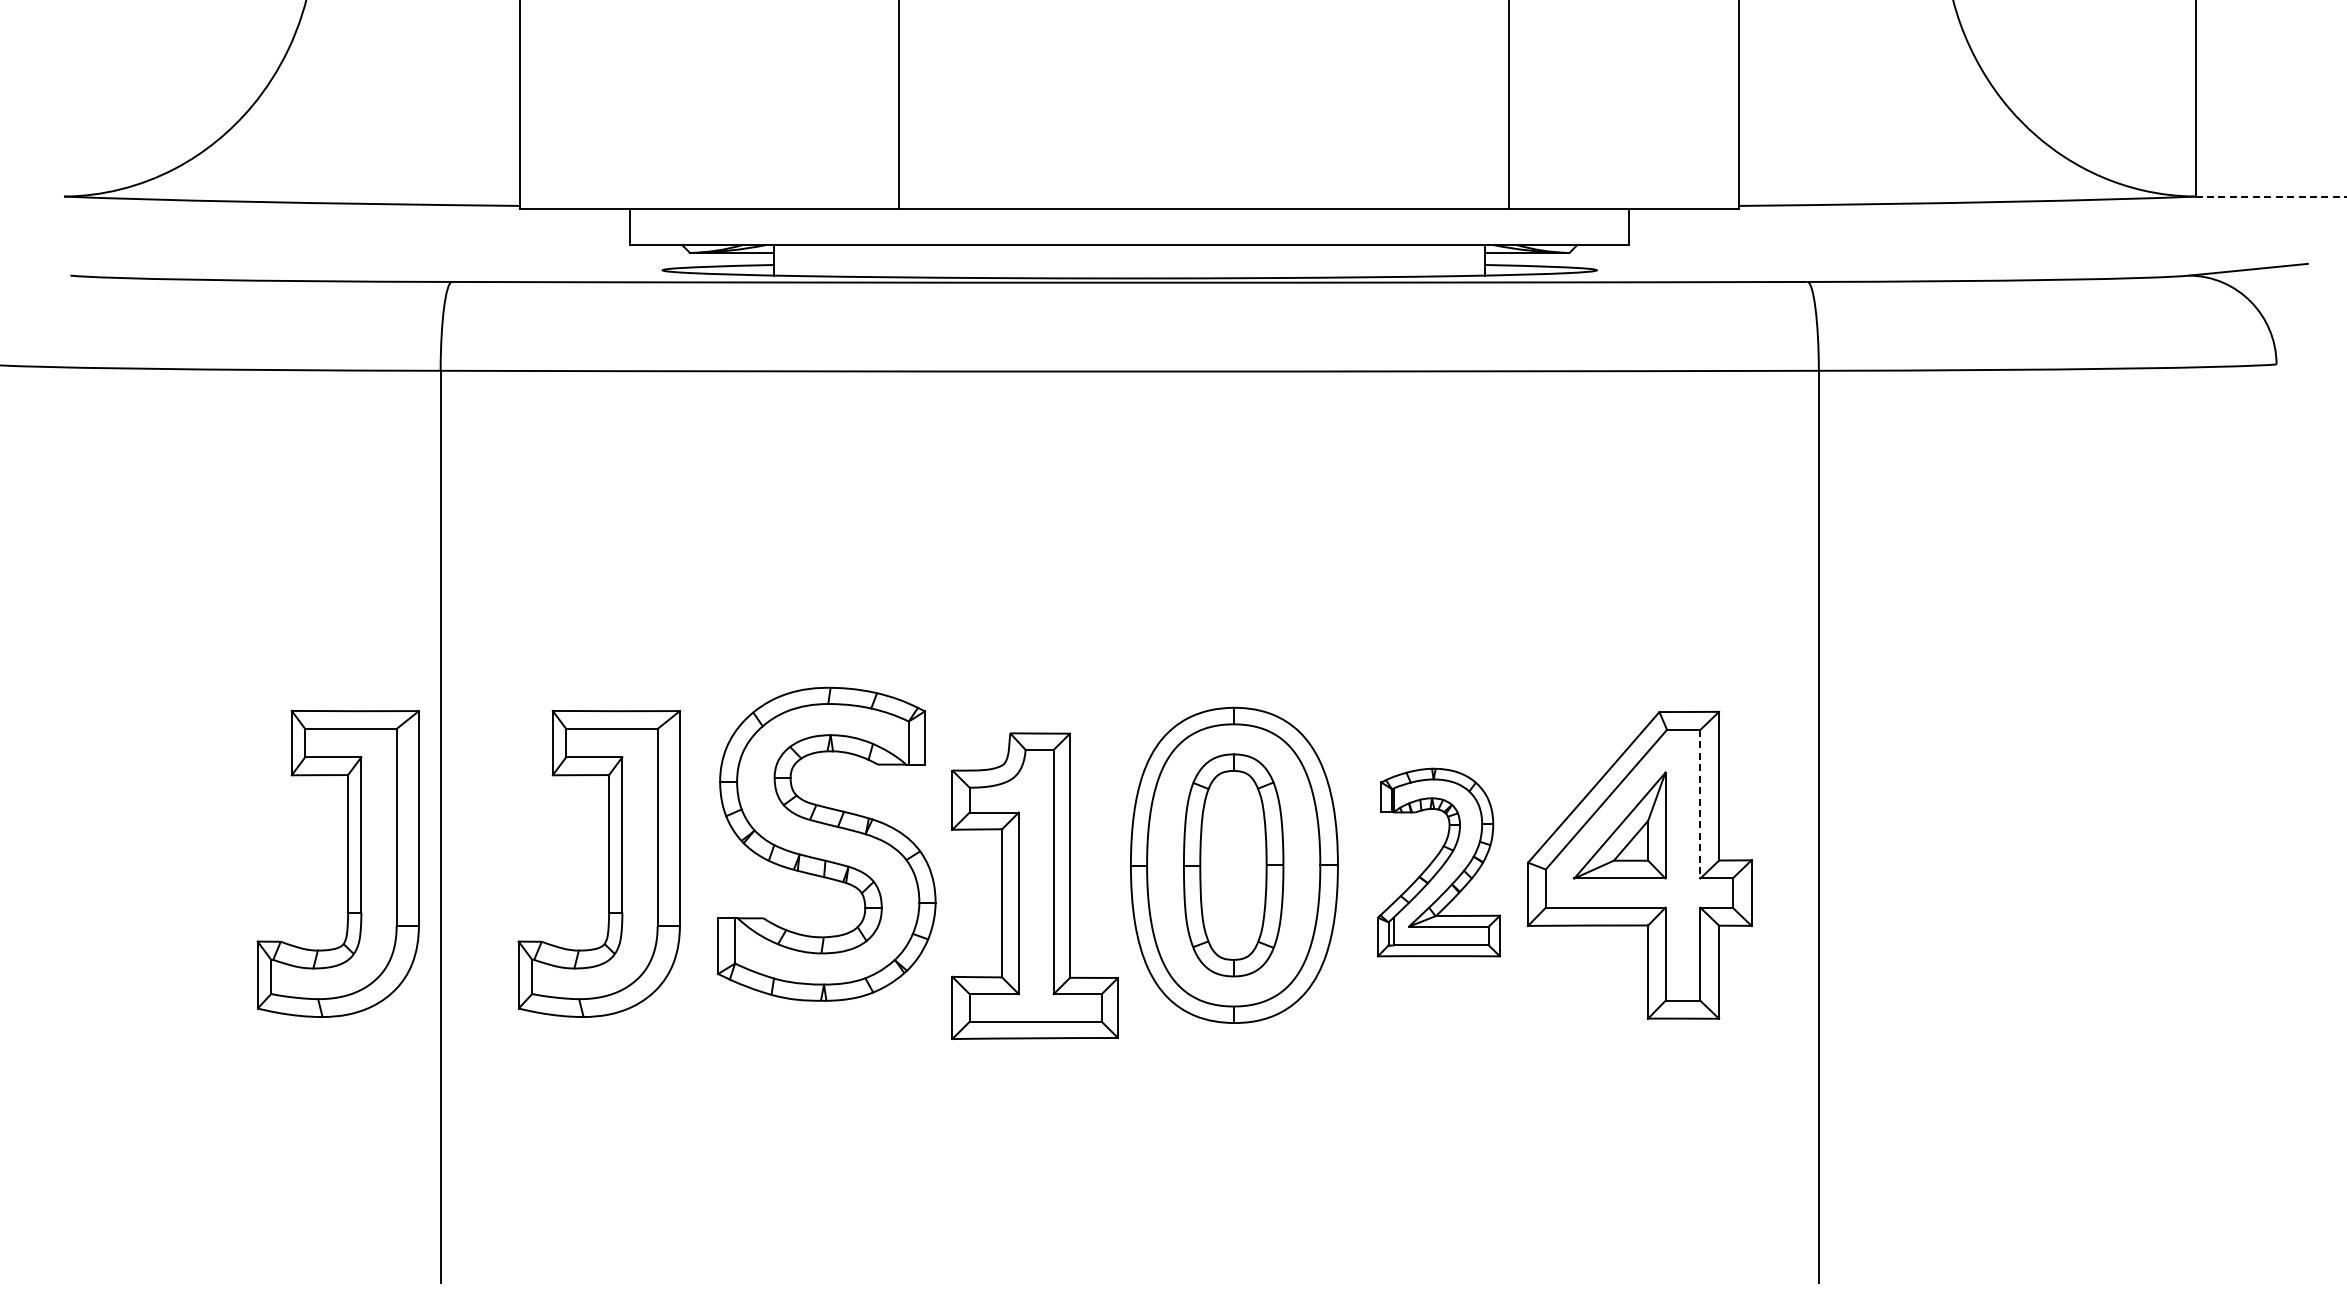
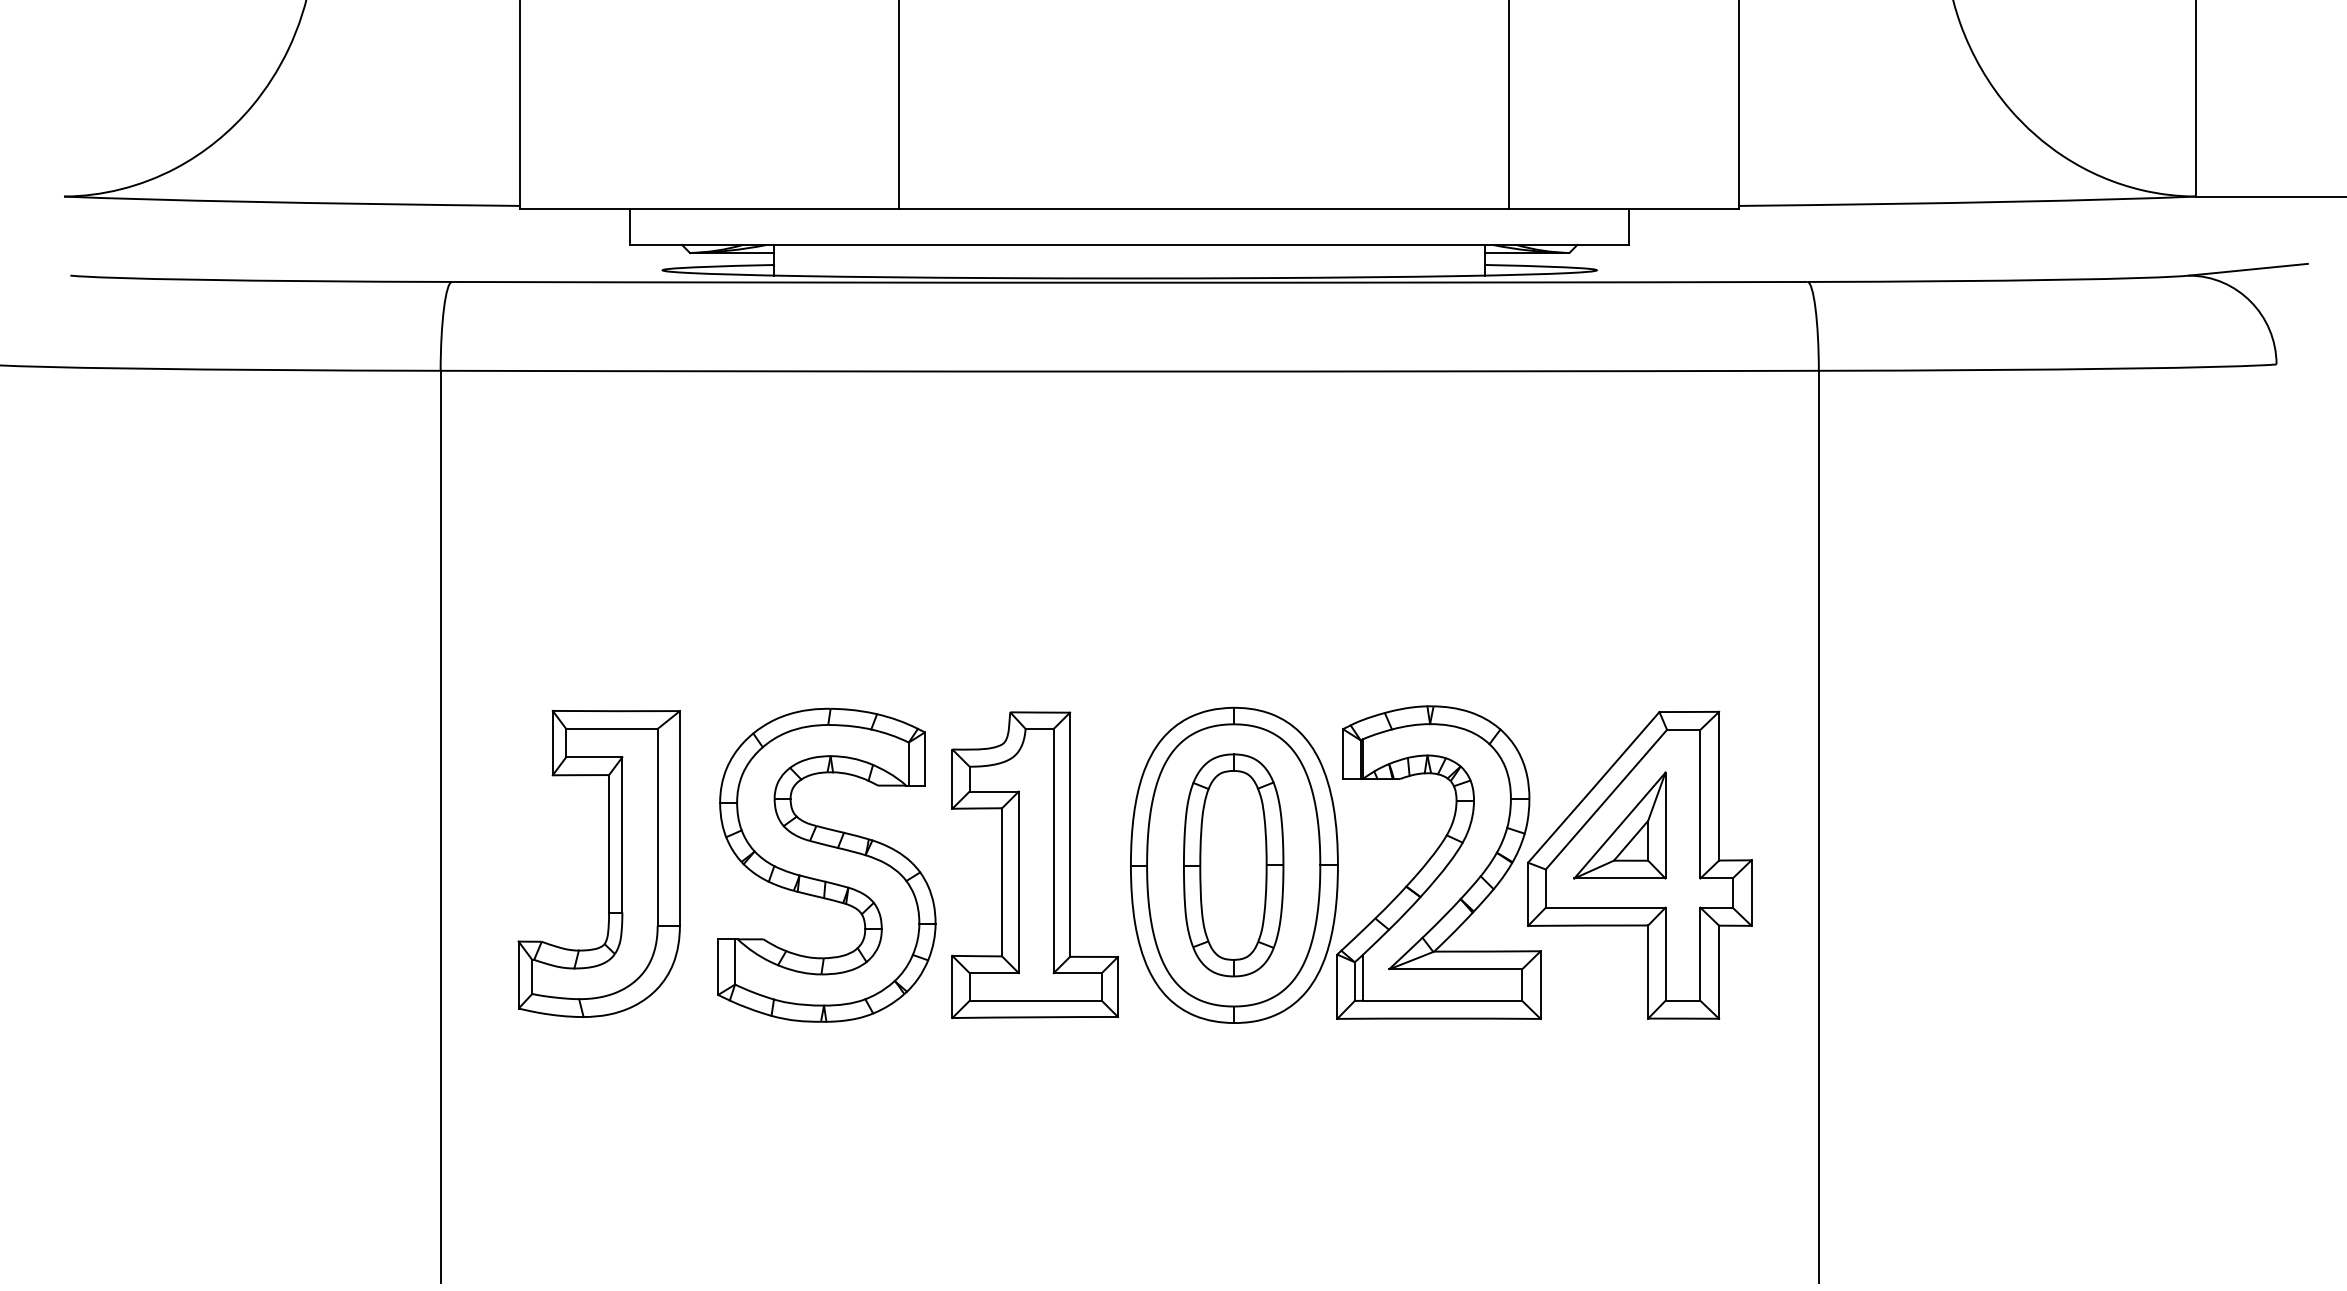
line at (2271, 196): dashed -> solid
line at (1700, 804): dashed -> solid
part at (826, 843) position: (826, 843) -> (826, 864)
part at (1438, 862) size: 126x191 px -> 206x315 px
part at (347, 863): present -> none
part at (1034, 886) position: (1034, 886) -> (1034, 865)
